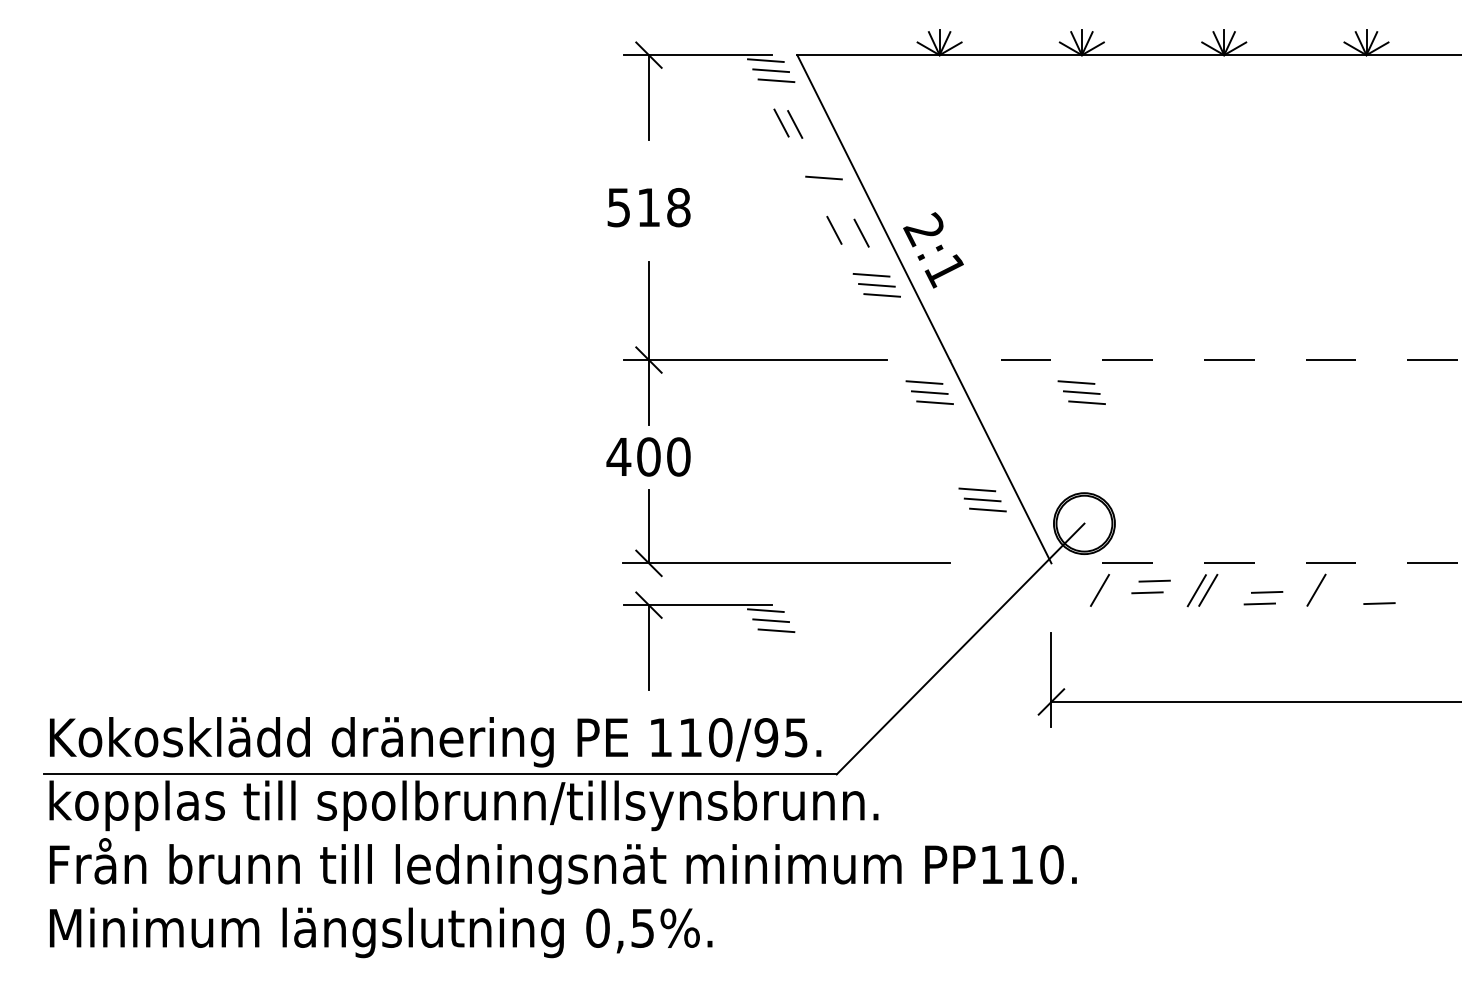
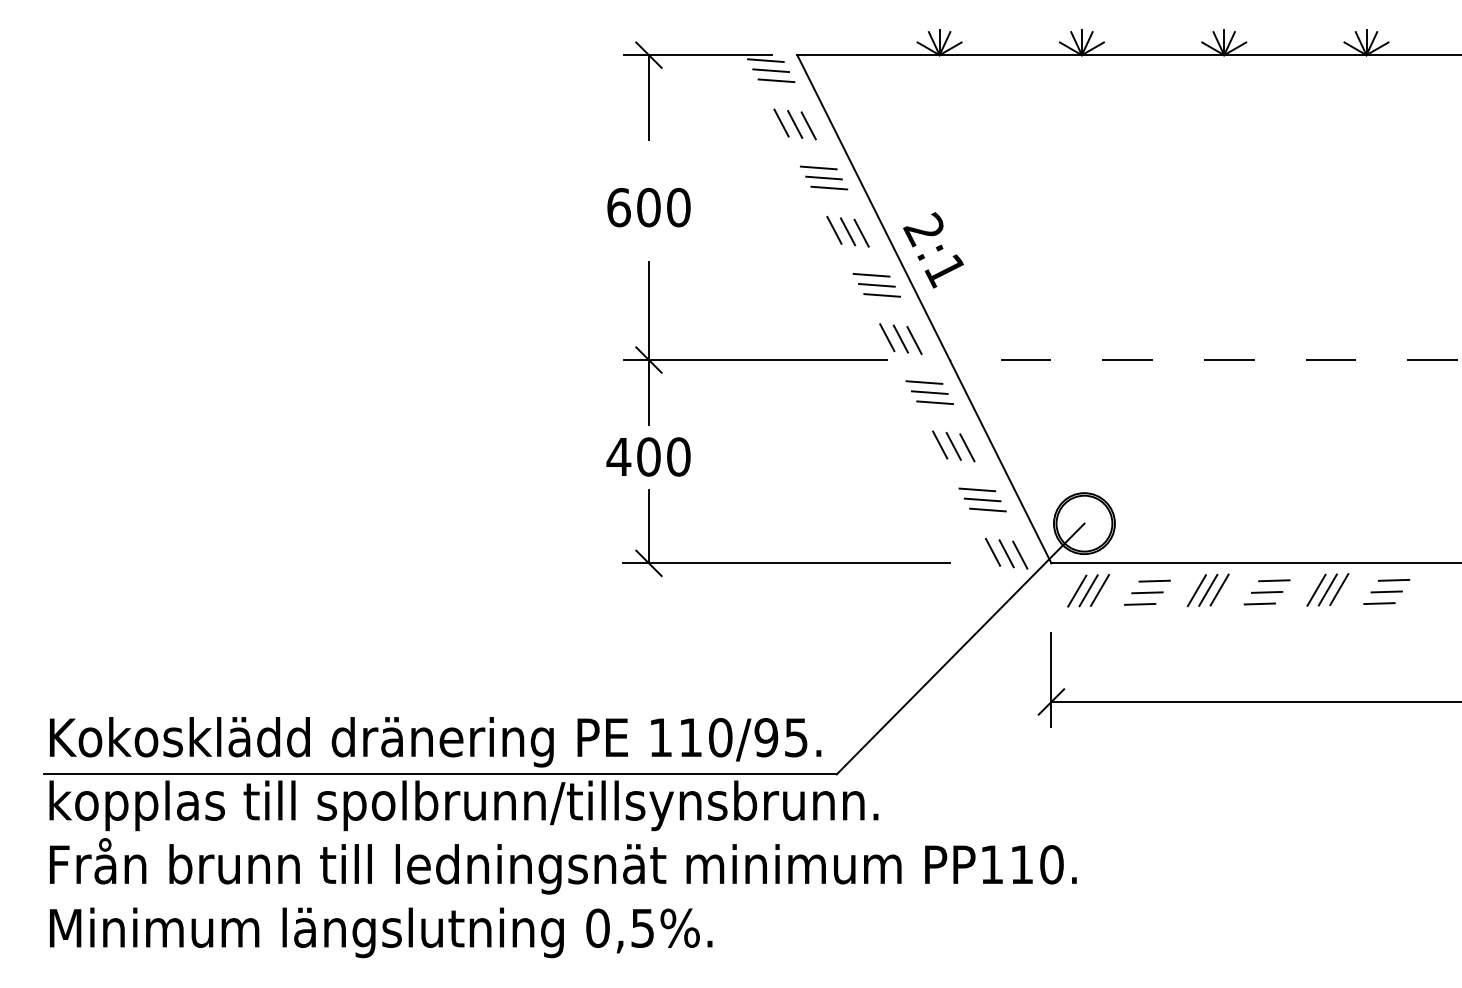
line at (808, 125): none -> present
line at (818, 167): none -> present
line at (829, 187): none -> present
text at (648, 207): 518 -> 600
line at (848, 231): none -> present
line at (887, 337): none -> present
line at (900, 338): none -> present
line at (914, 340): none -> present
part at (1081, 392): present -> none
line at (940, 444): none -> present
line at (953, 446): none -> present
line at (967, 447): none -> present
line at (992, 551): none -> present
line at (1006, 553): none -> present
line at (1020, 554): none -> present
line at (1256, 563): dashed -> solid
line at (1393, 579): none -> present
line at (1274, 580): none -> present
line at (1219, 589): none -> present
line at (1327, 589): none -> present
line at (1339, 589): none -> present
line at (1077, 590): none -> present
line at (1088, 590): none -> present
line at (1386, 591): none -> present
line at (1140, 603): none -> present
part at (709, 605): present -> none
